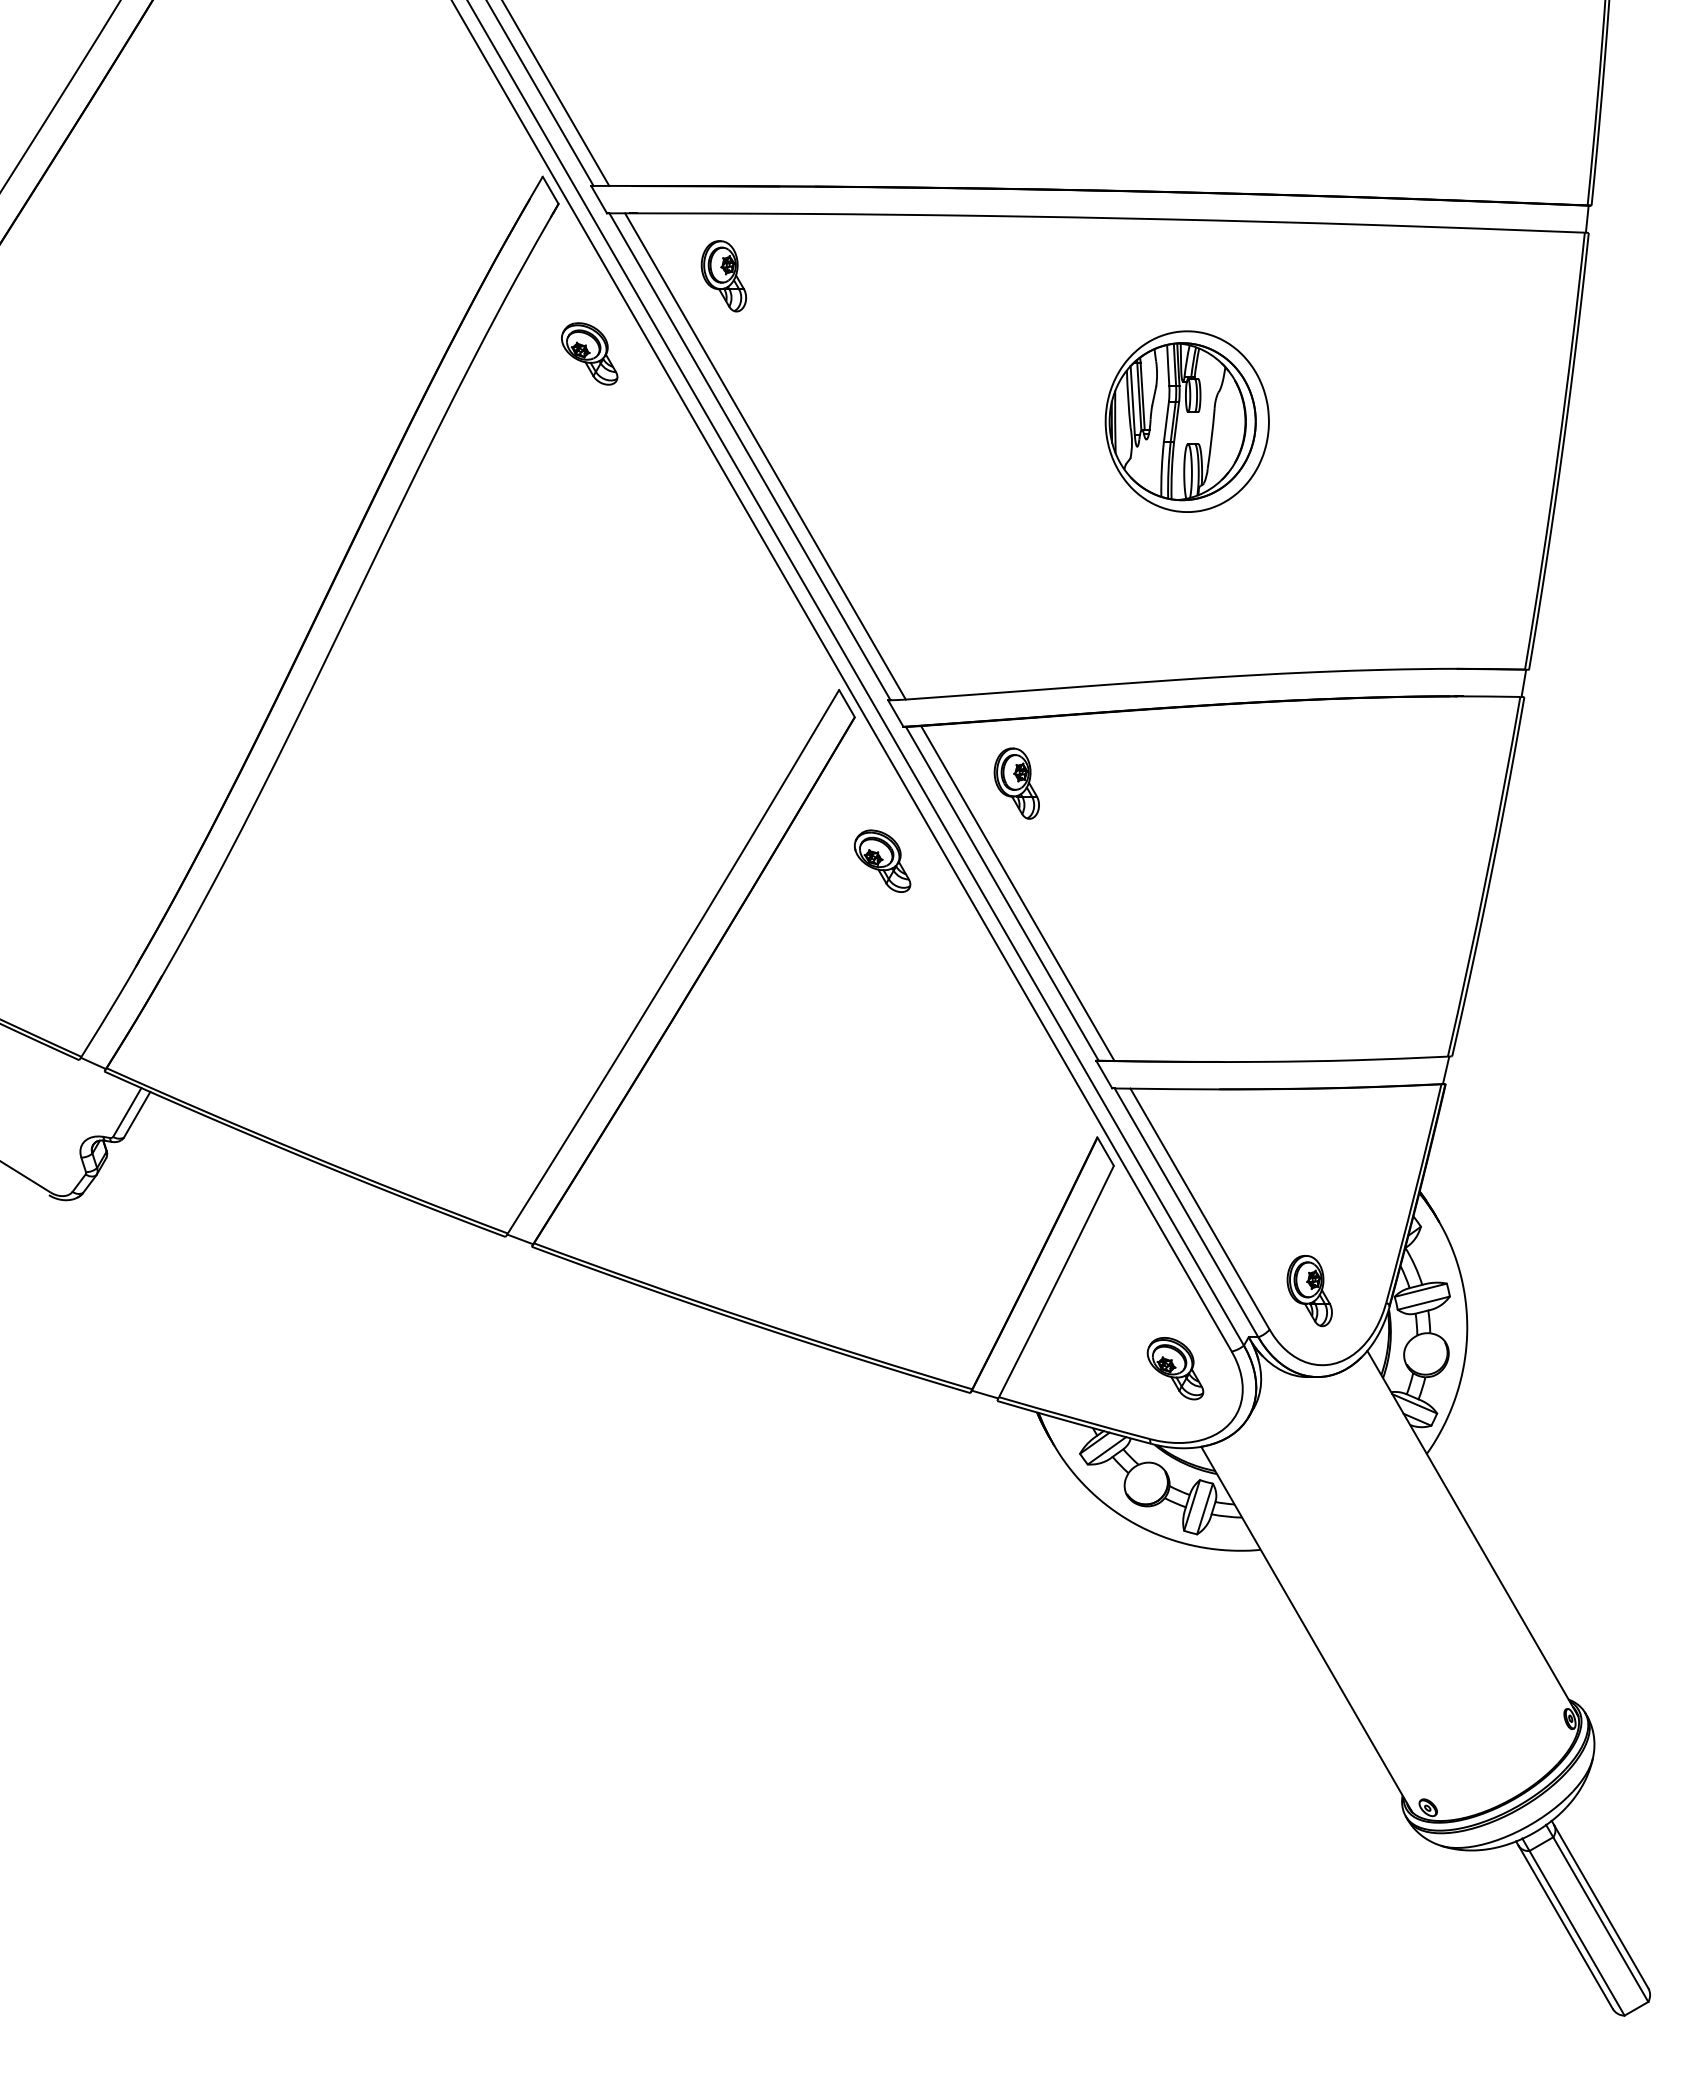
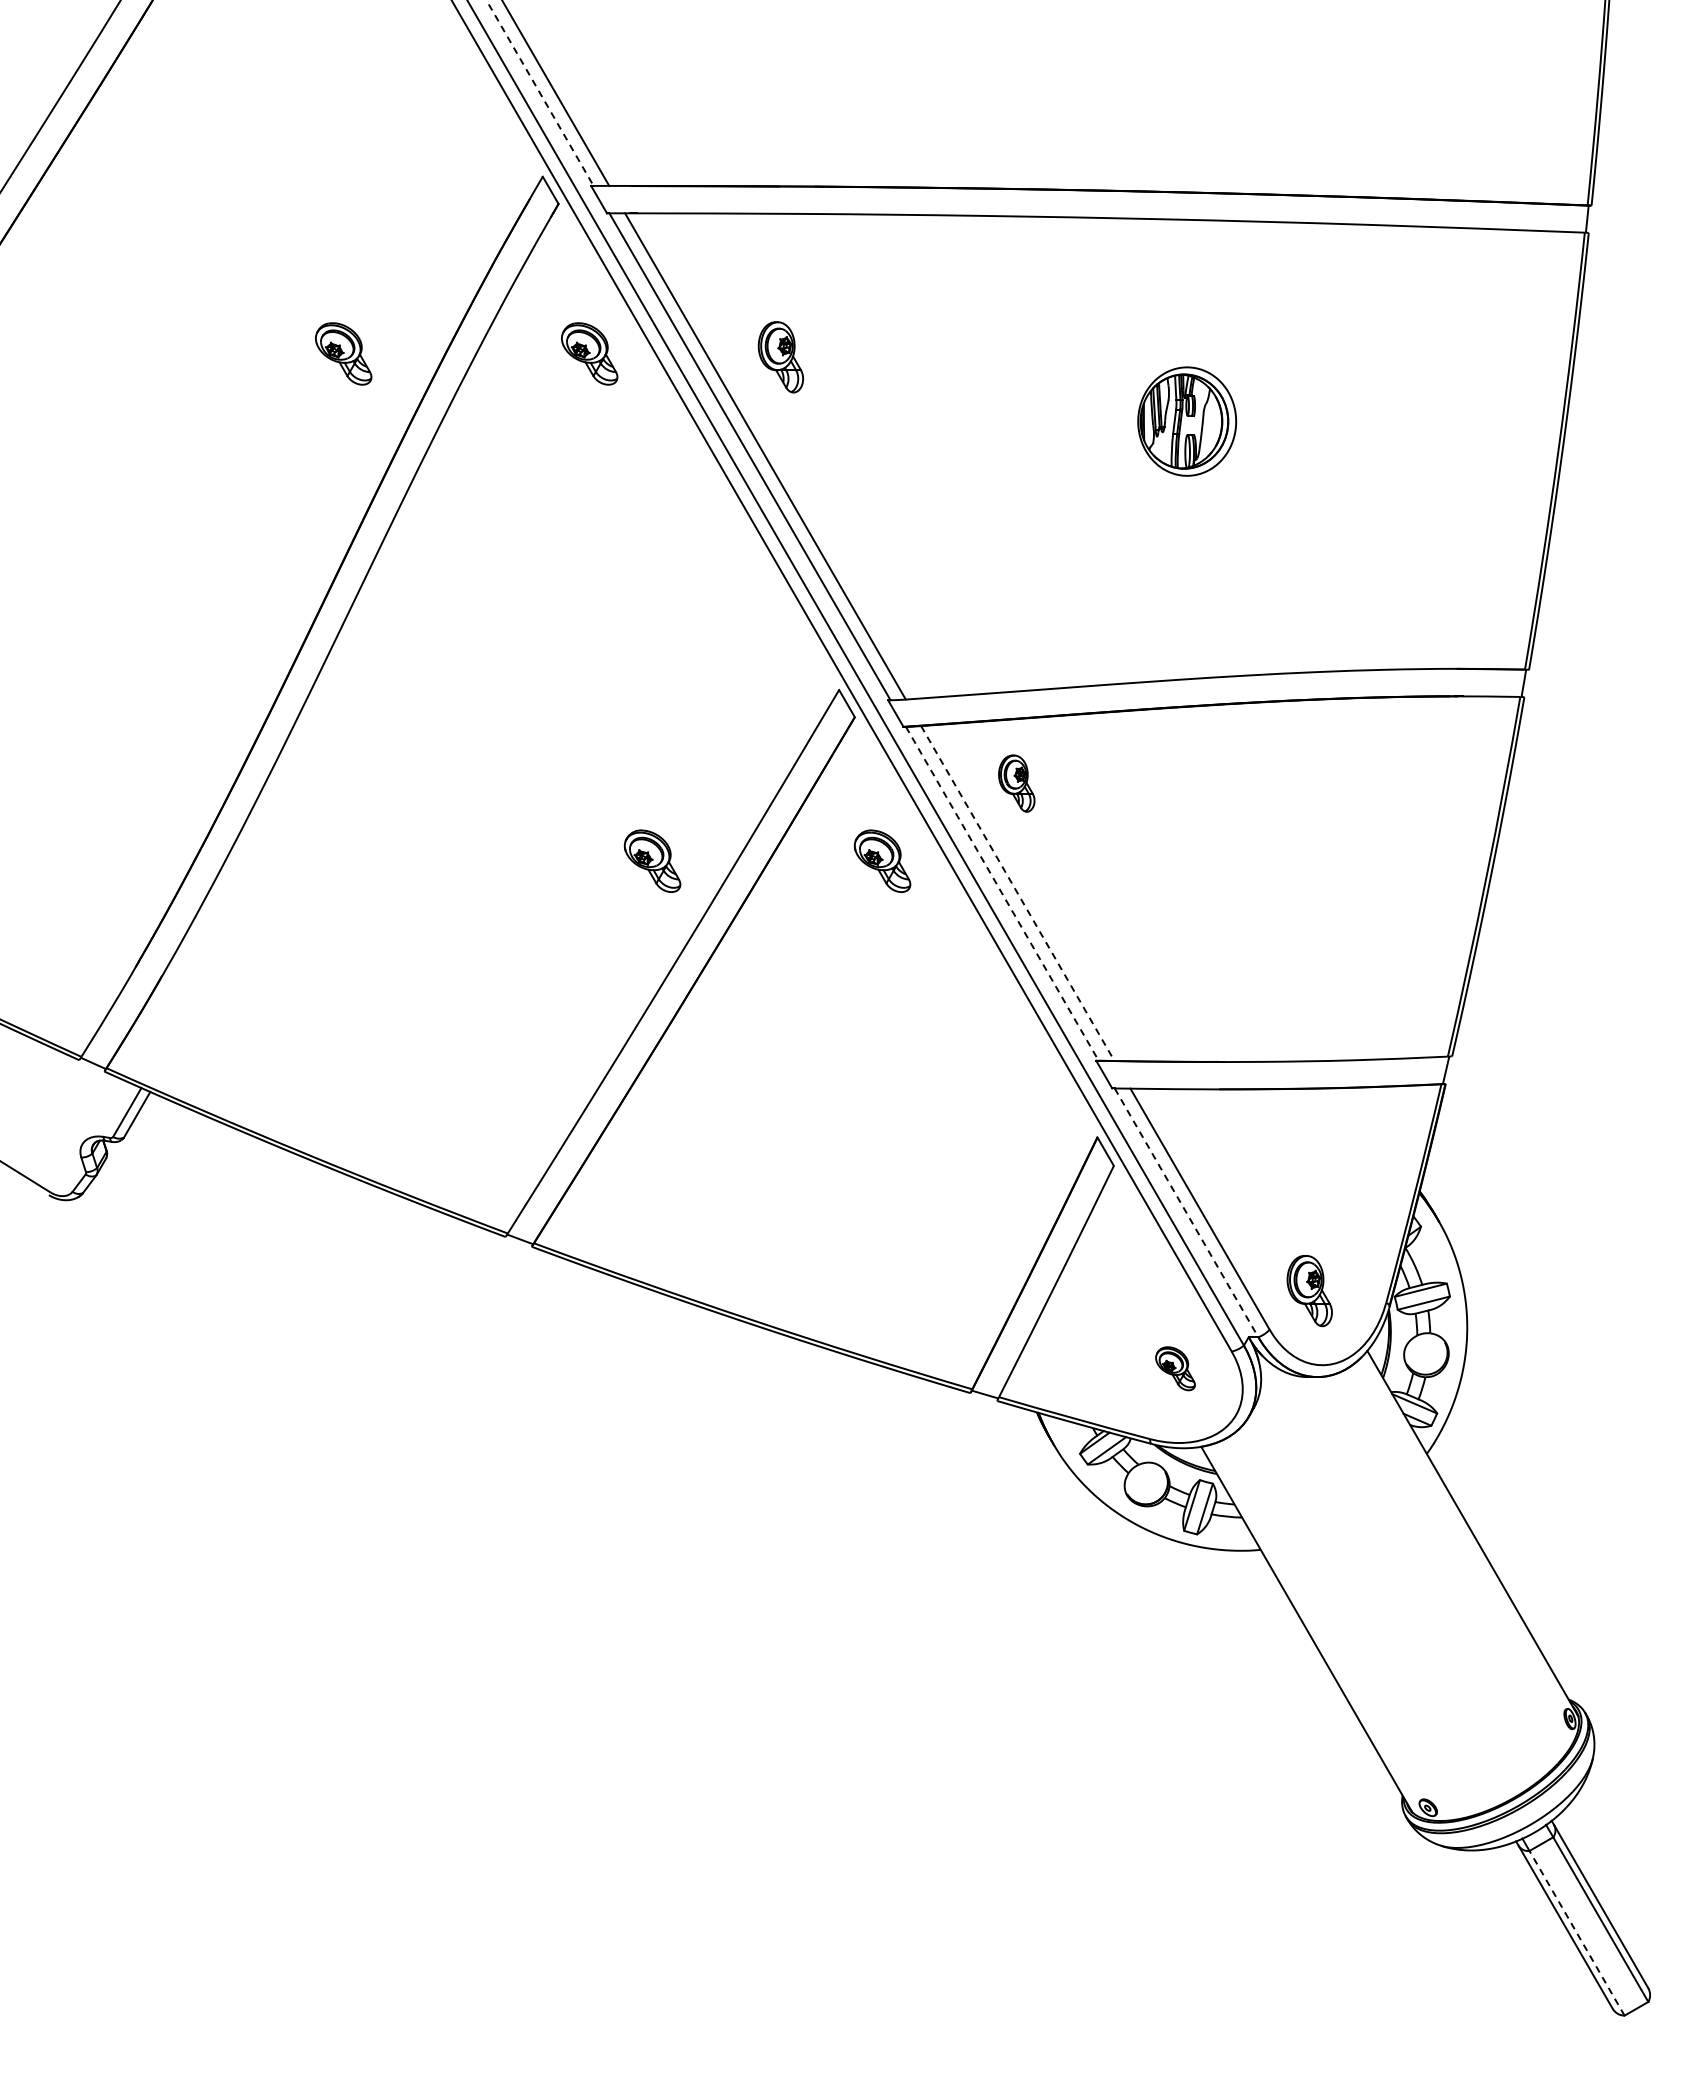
line at (540, 93): solid -> dashed
part at (723, 276) position: (723, 276) -> (780, 357)
part at (343, 353): none -> present
part at (1186, 421) size: 166x183 px -> 101x111 px
part at (1016, 783) size: 47x73 px -> 38x59 px
part at (652, 860): none -> present
line at (1002, 893): solid -> dashed
line at (1018, 893): solid -> dashed
line at (1186, 1212): solid -> dashed
part at (1175, 1368) size: 59x64 px -> 41x46 px
line at (1576, 1932): solid -> dashed
